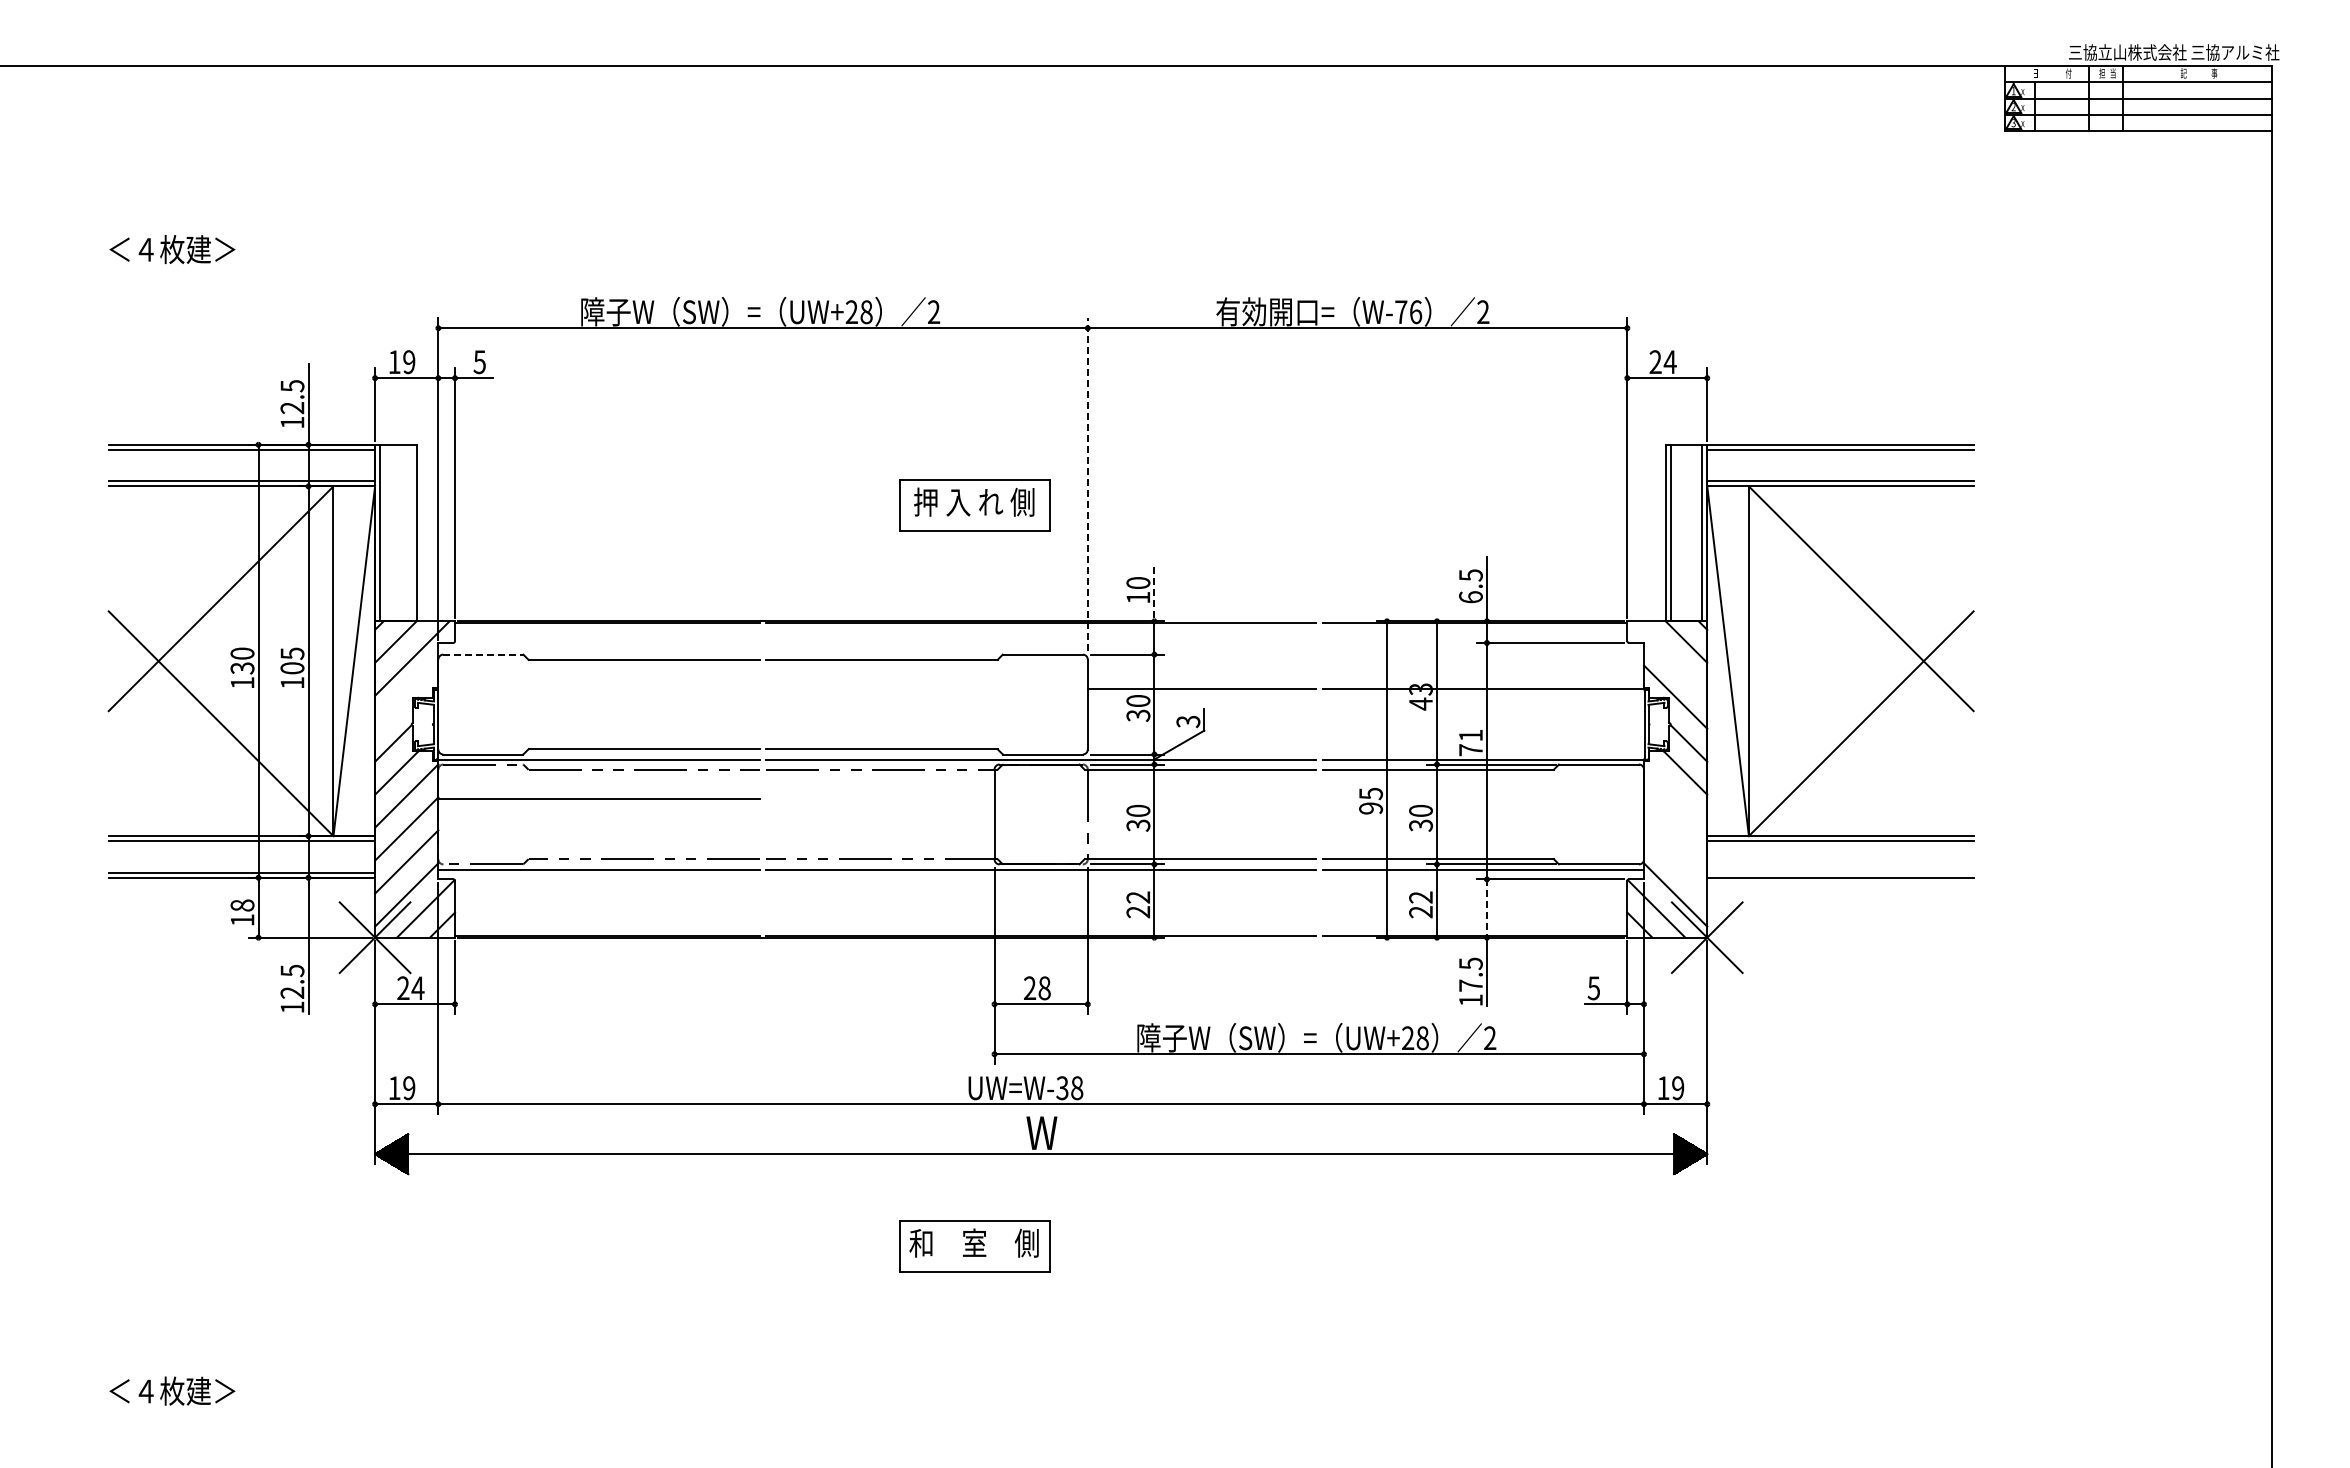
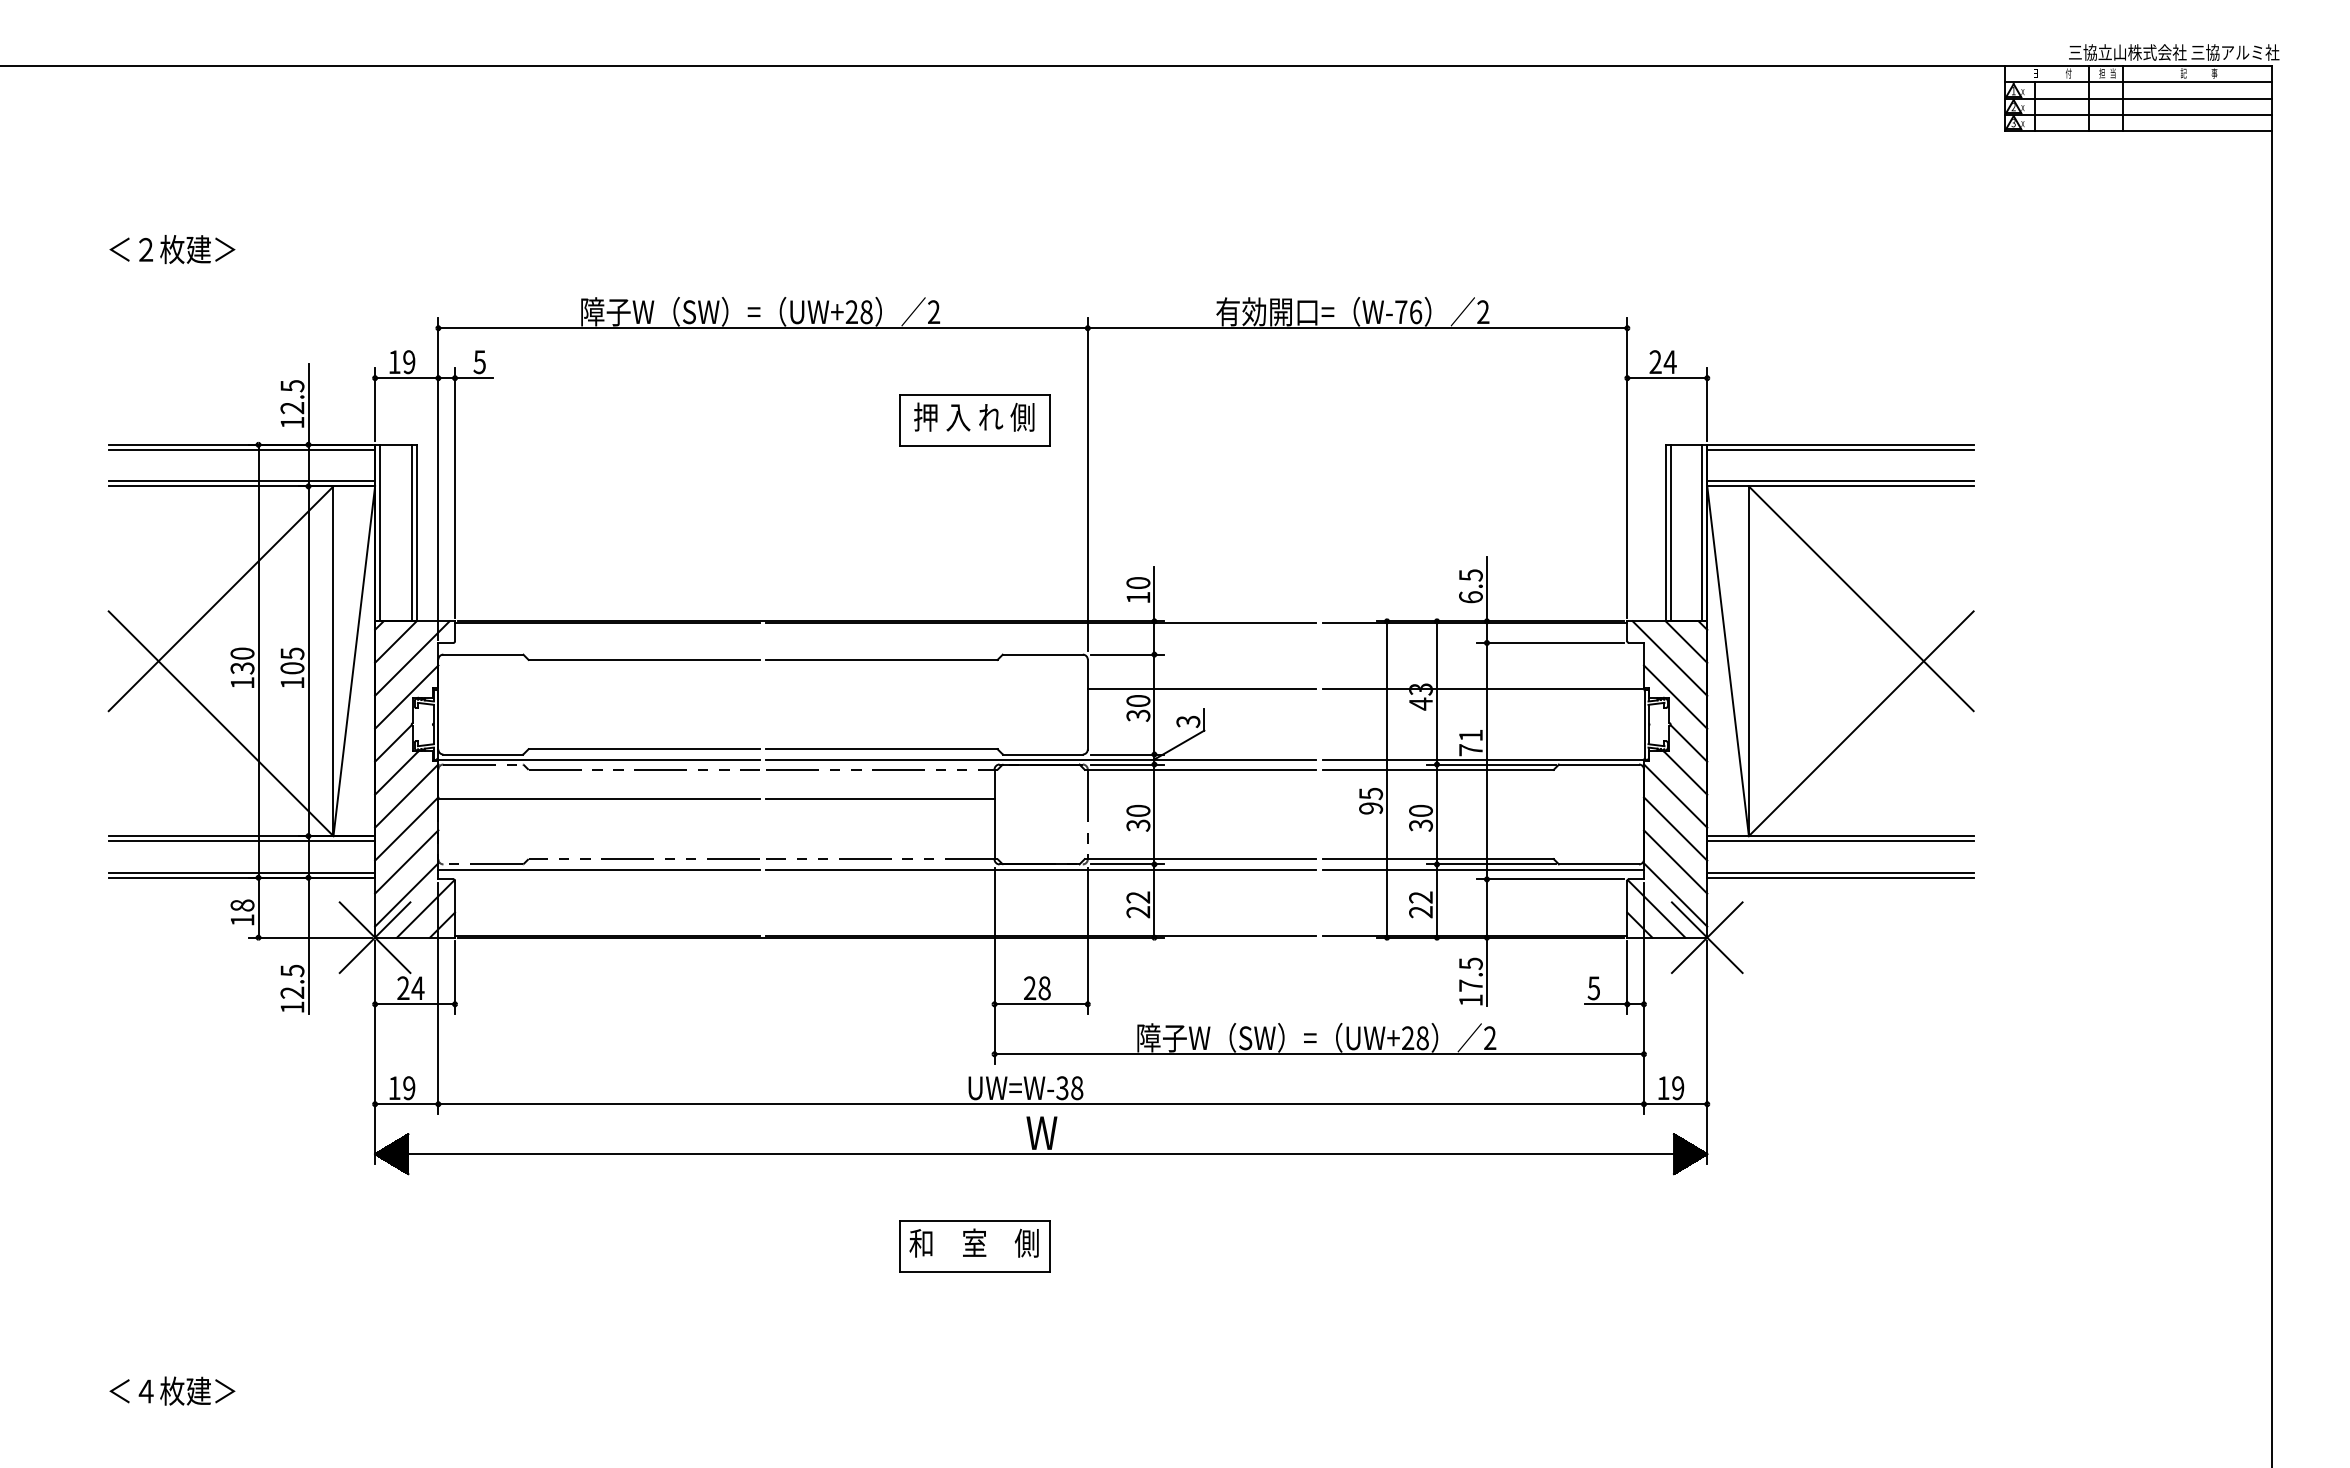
text at (145, 249): ＜４枚建＞ -> ＜２枚建＞
line at (1087, 484): dashed -> solid
part at (974, 505) position: (974, 505) -> (974, 420)
line at (411, 532): none -> present
line at (1154, 594): dashed -> solid
line at (483, 654): dashed -> solid
line at (1669, 658): none -> present
line at (406, 696): none -> present
line at (1675, 795): none -> present
line at (880, 798): none -> present
line at (1675, 828): none -> present
line at (1675, 861): none -> present
line at (1840, 872): none -> present
line at (1486, 909): dashed -> solid
